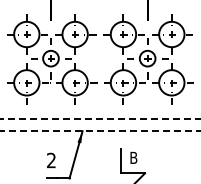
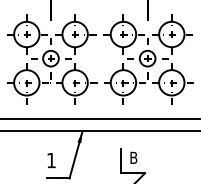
line at (100, 119): dashed -> solid
line at (100, 131): dashed -> solid
text at (51, 160): 2 -> 1
